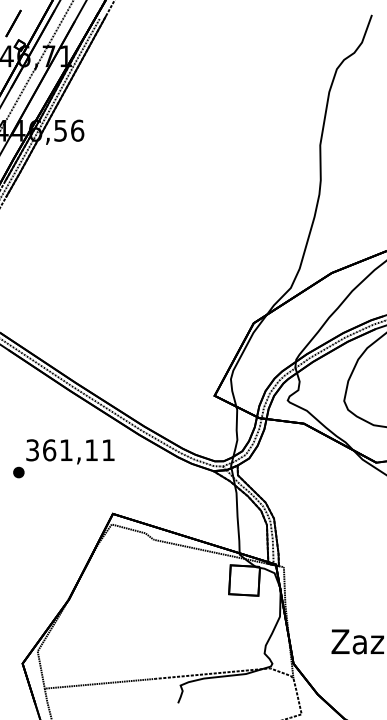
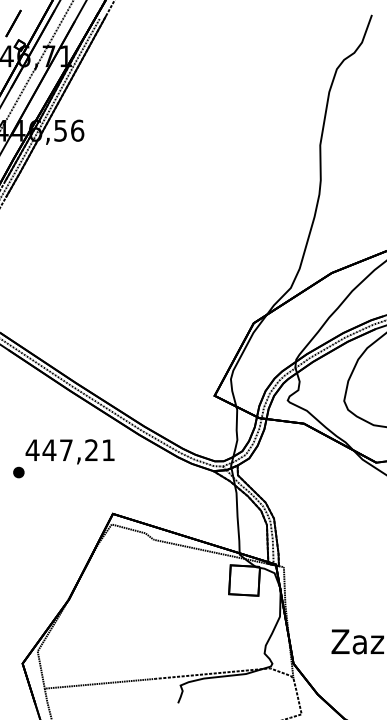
text at (61, 450): 361,11 -> 447,21
